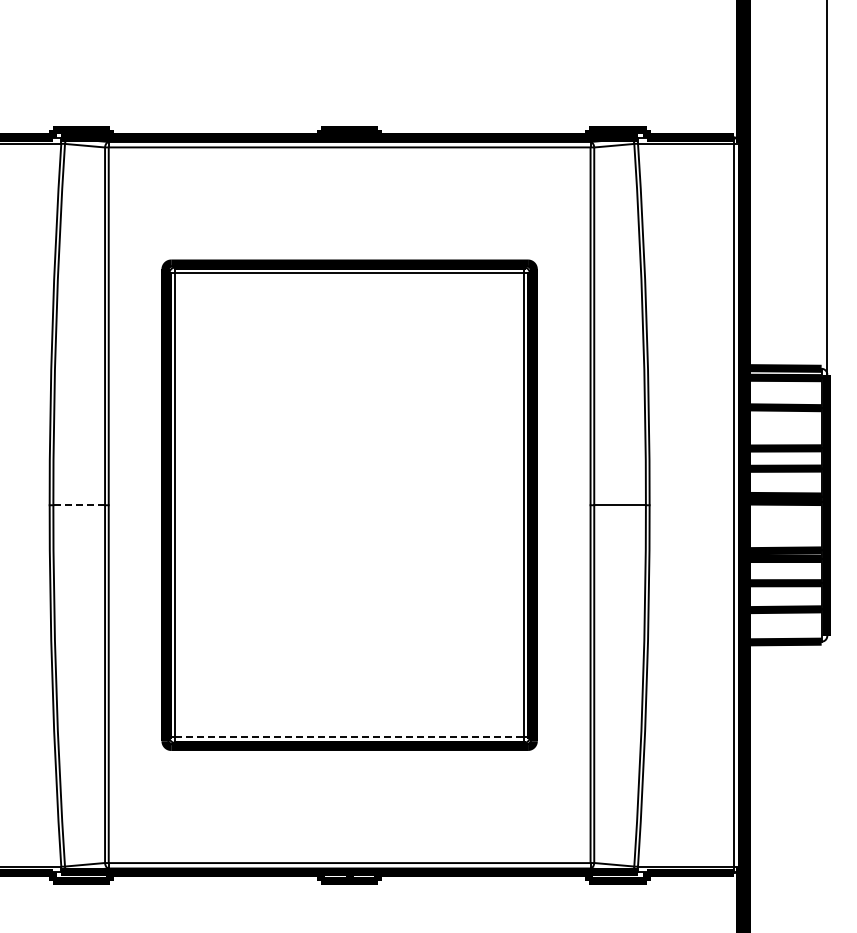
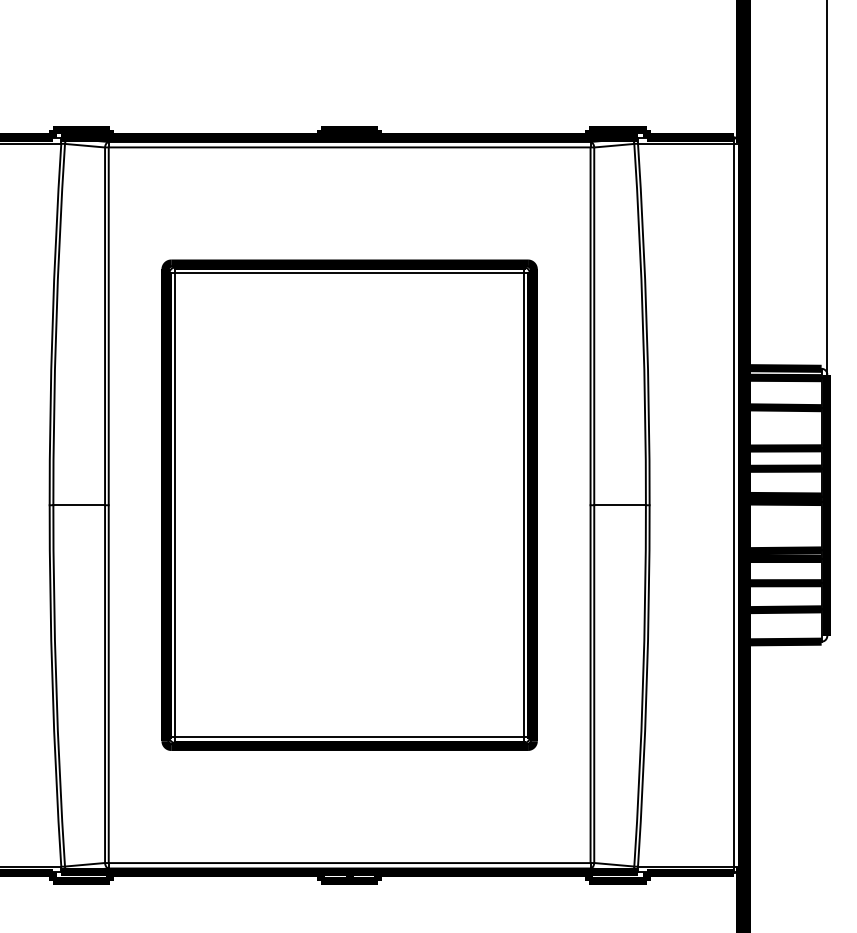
line at (79, 505): dashed -> solid
line at (350, 737): dashed -> solid
